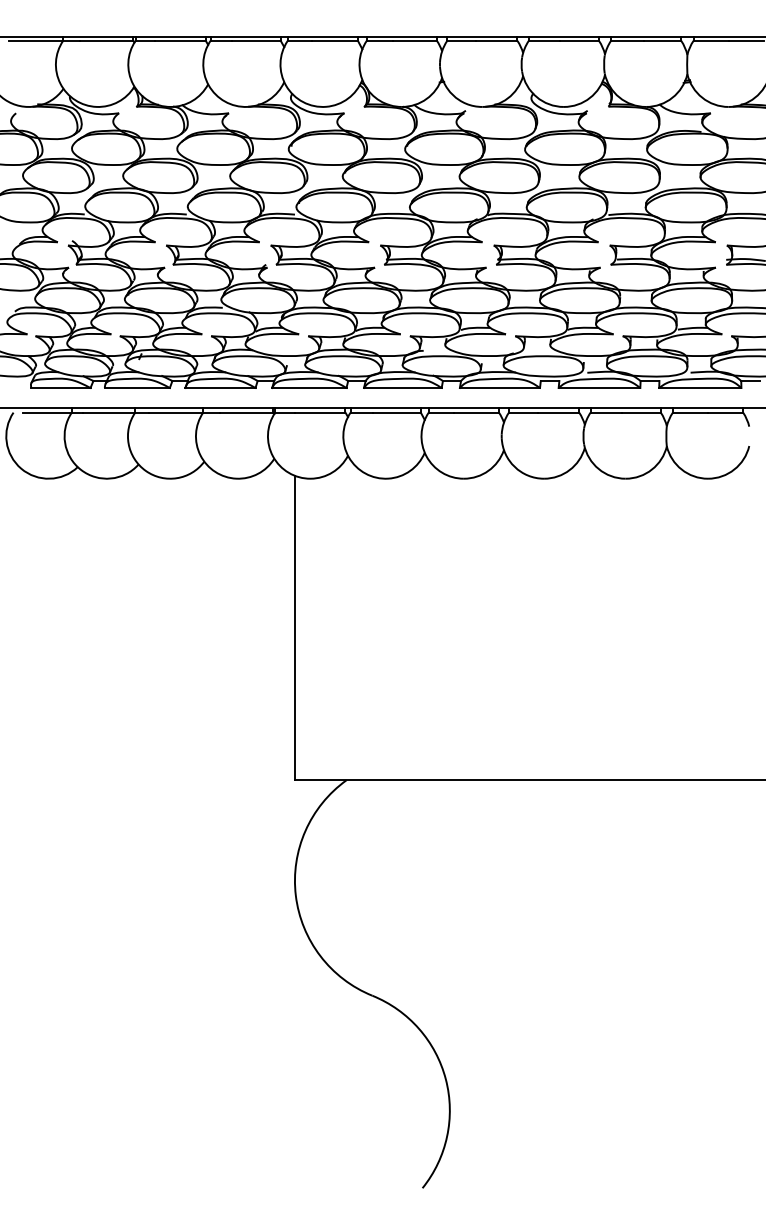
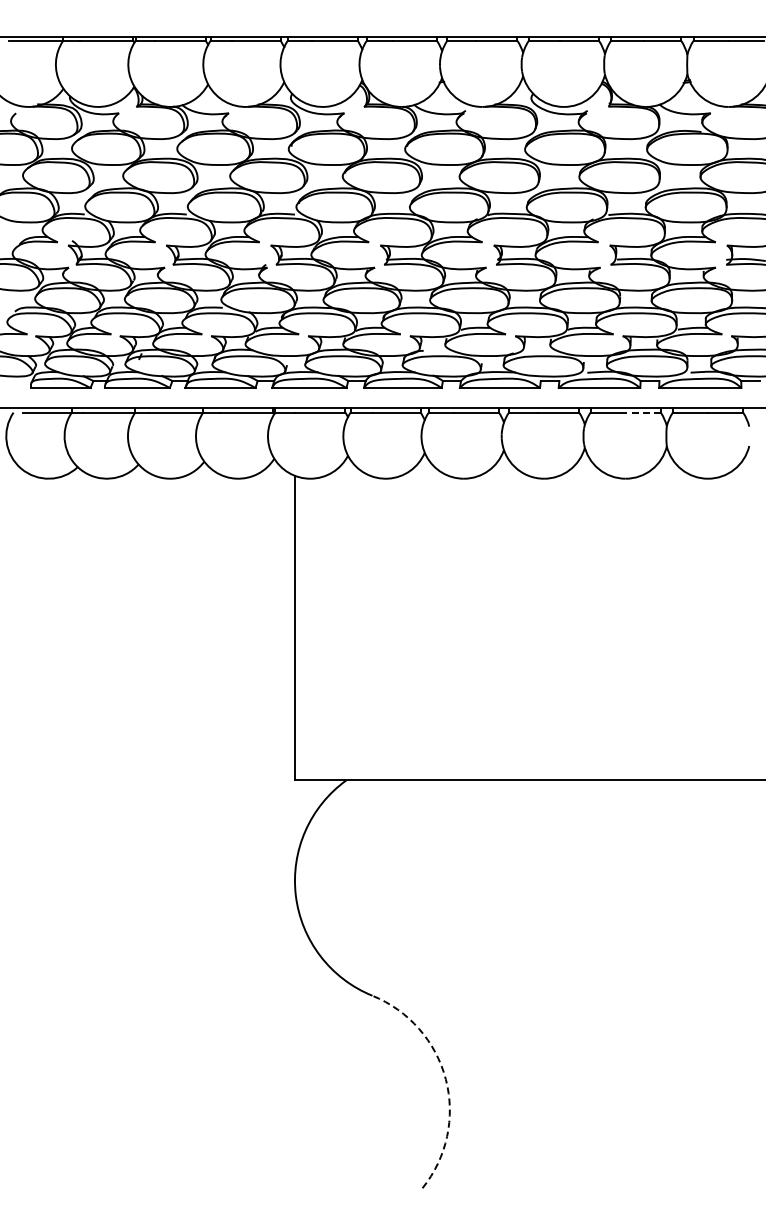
line at (641, 412): solid -> dashed
arc at (445, 1079): solid -> dashed
